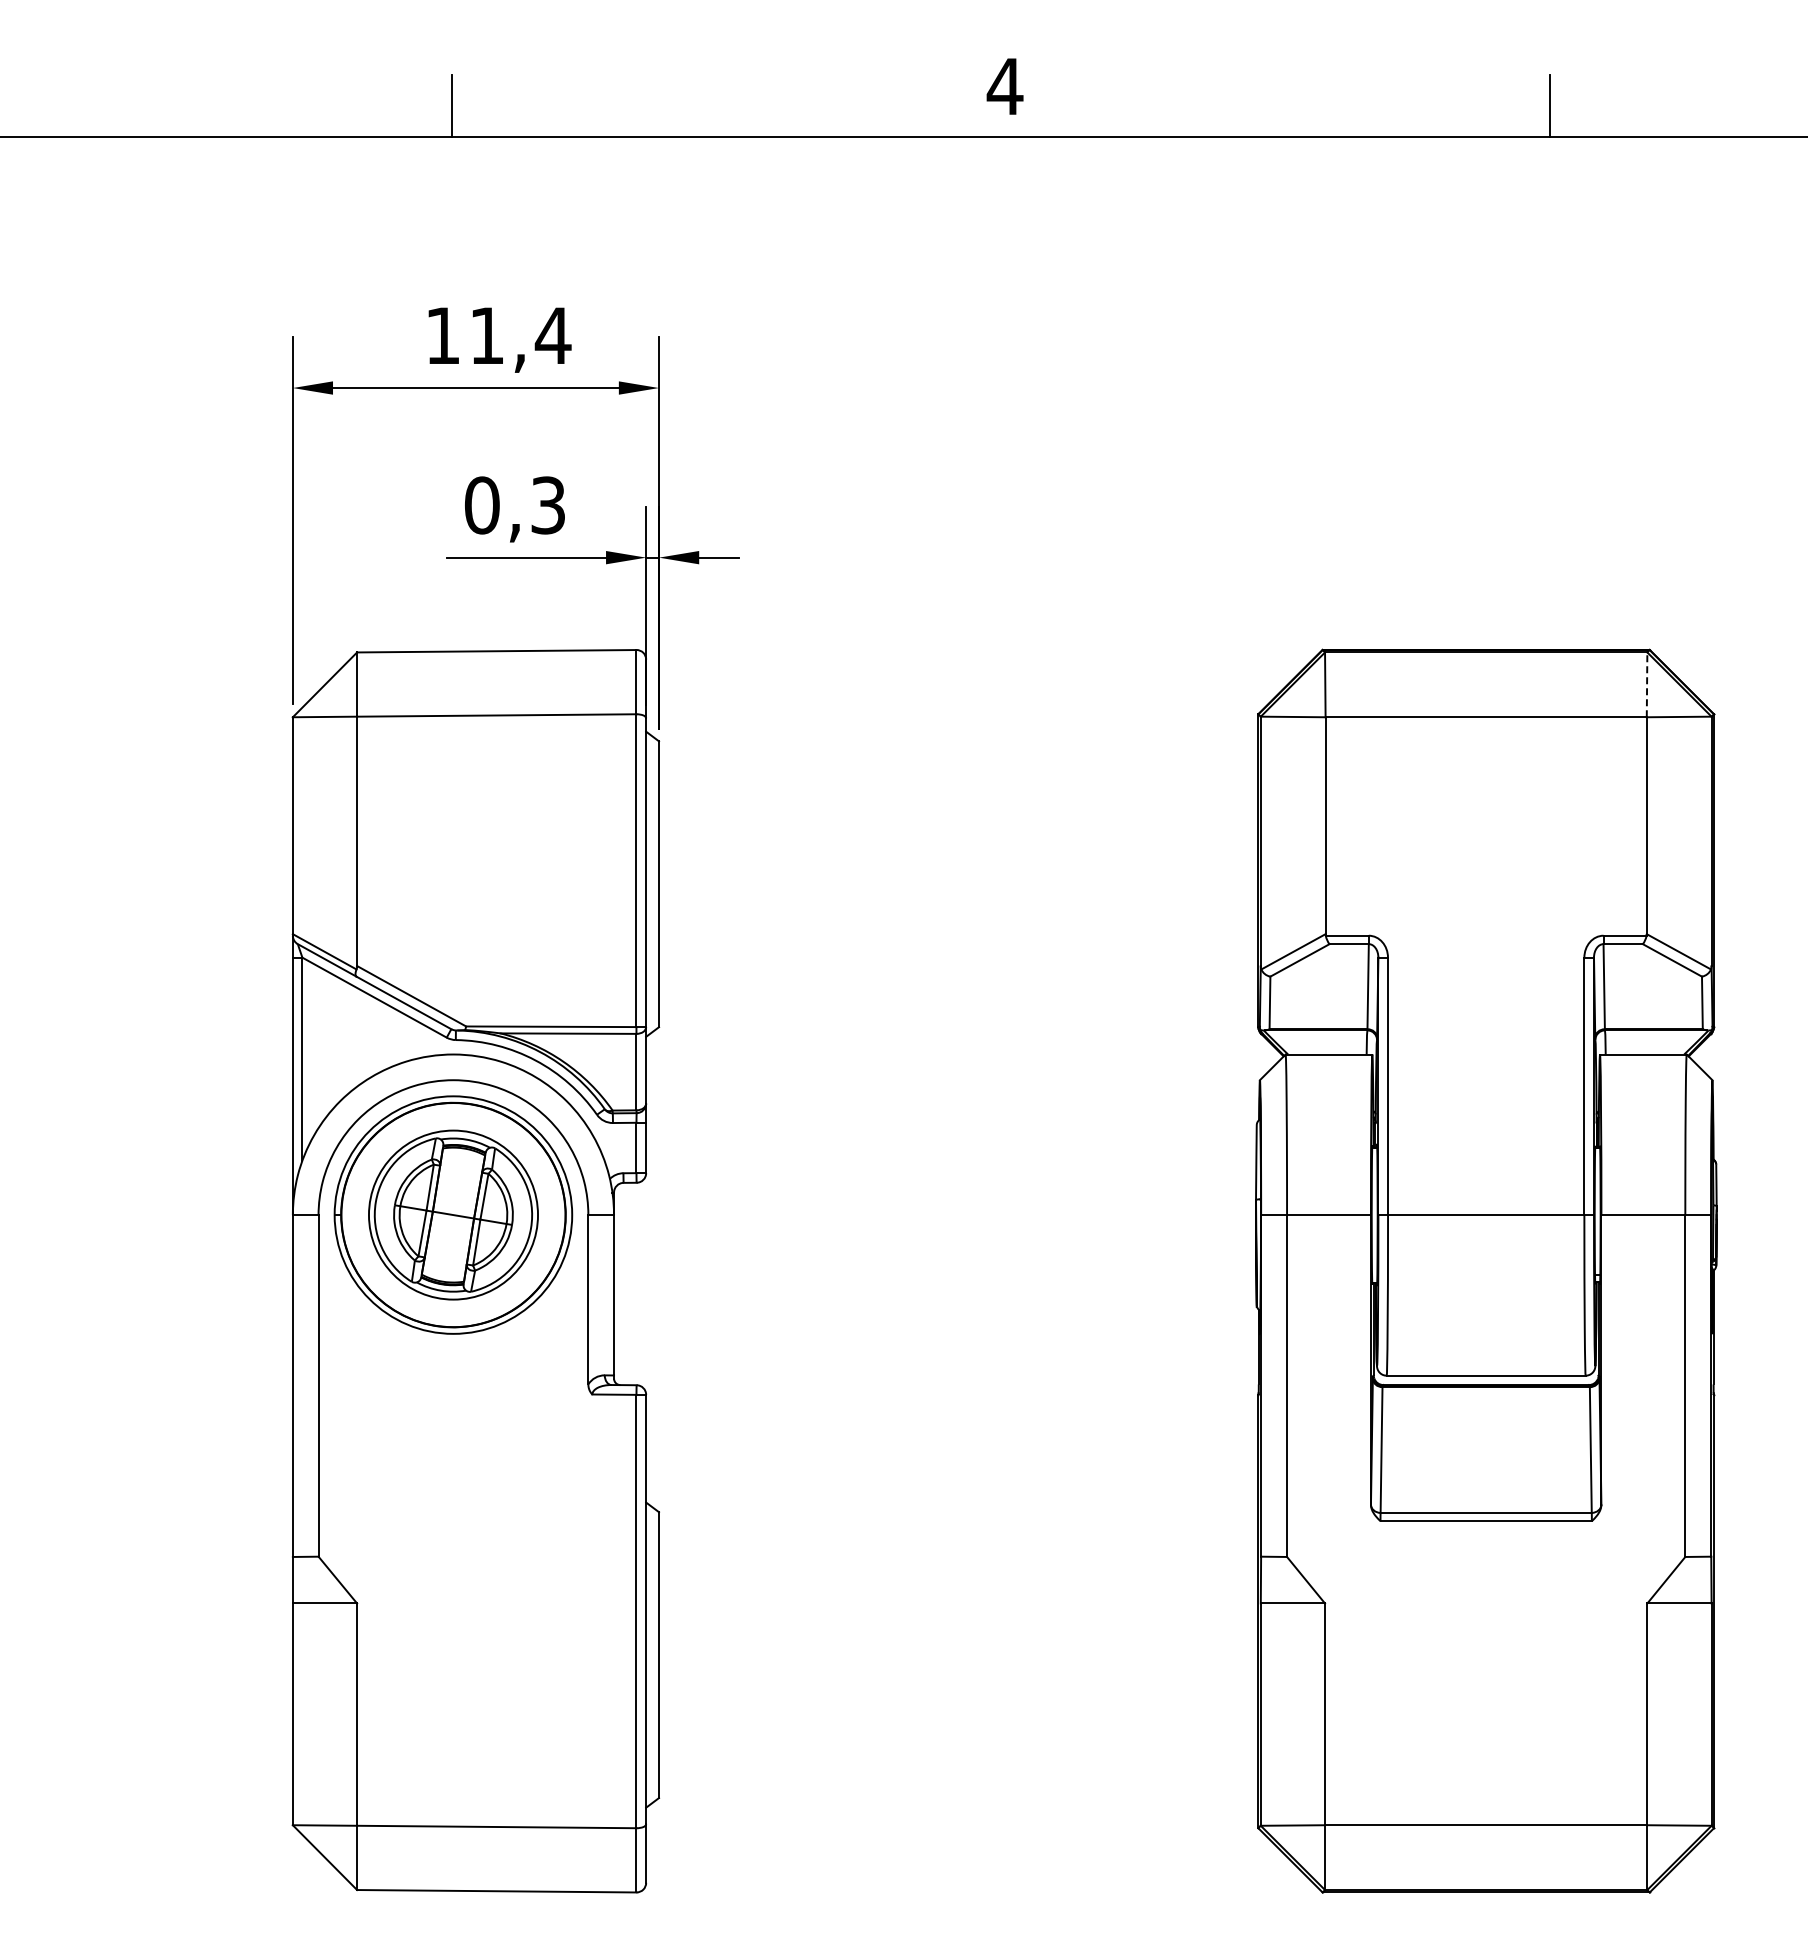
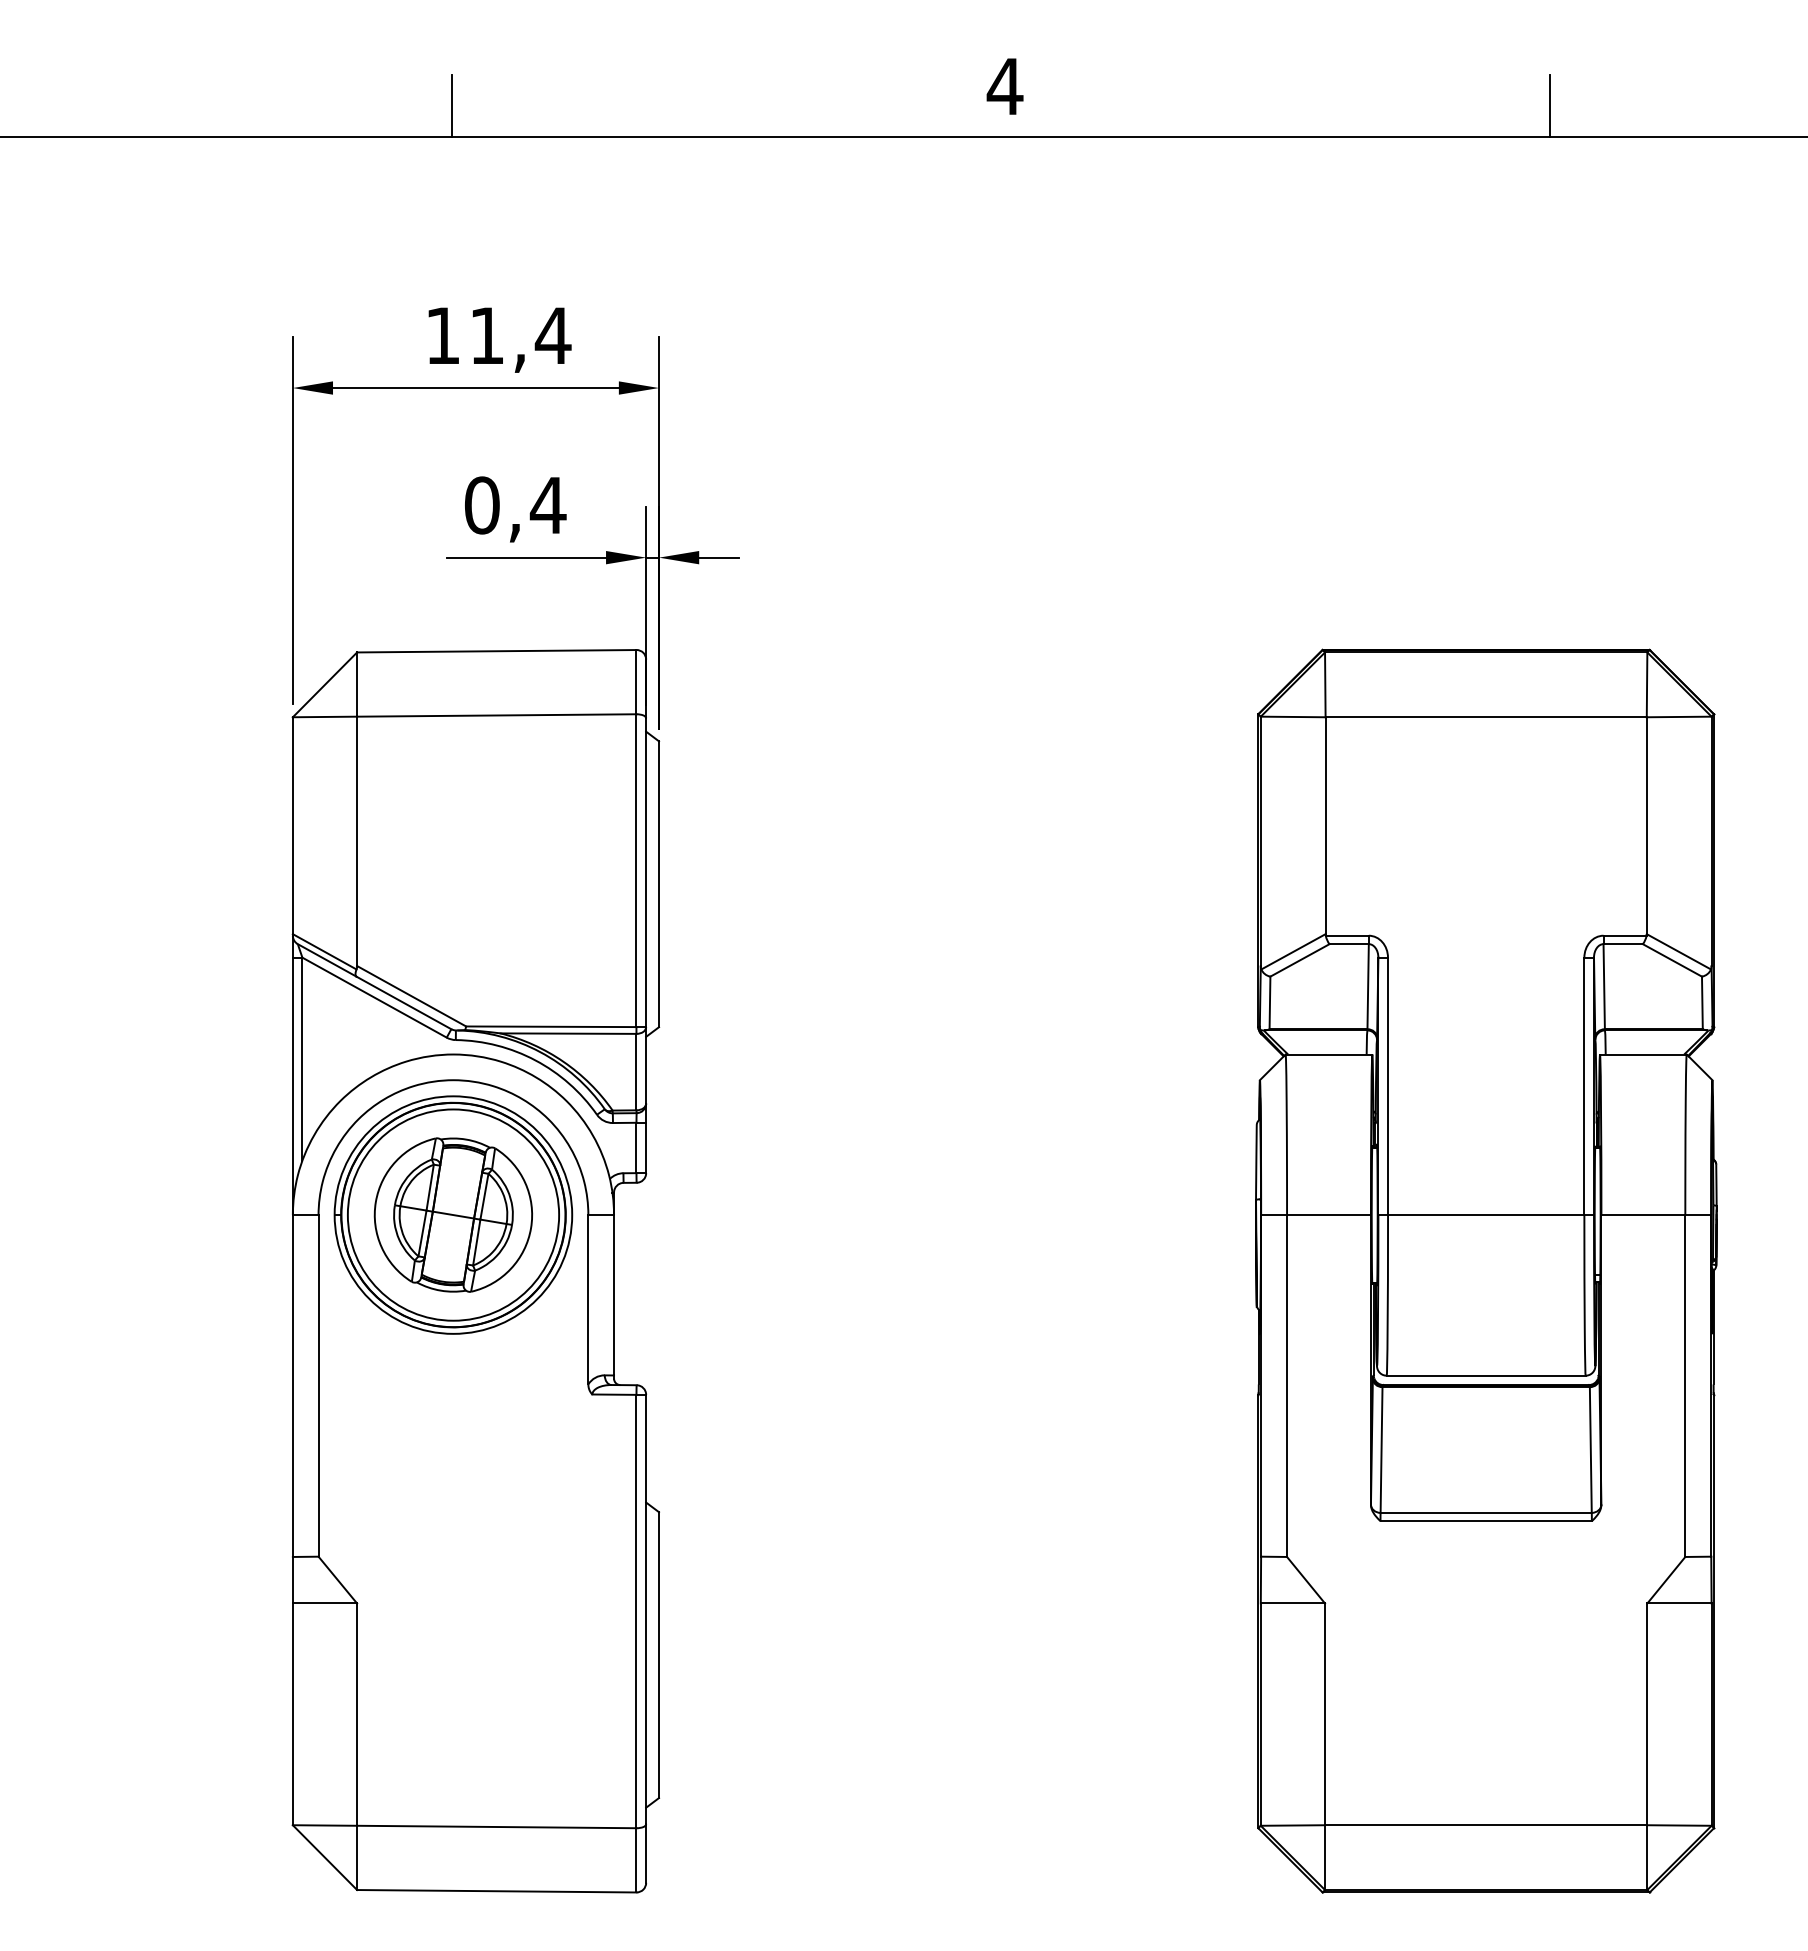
text at (547, 505): 0,3 -> 0,4
line at (1647, 684): dashed -> solid
circle at (453, 1214) diameter: 169 px -> 211 px
